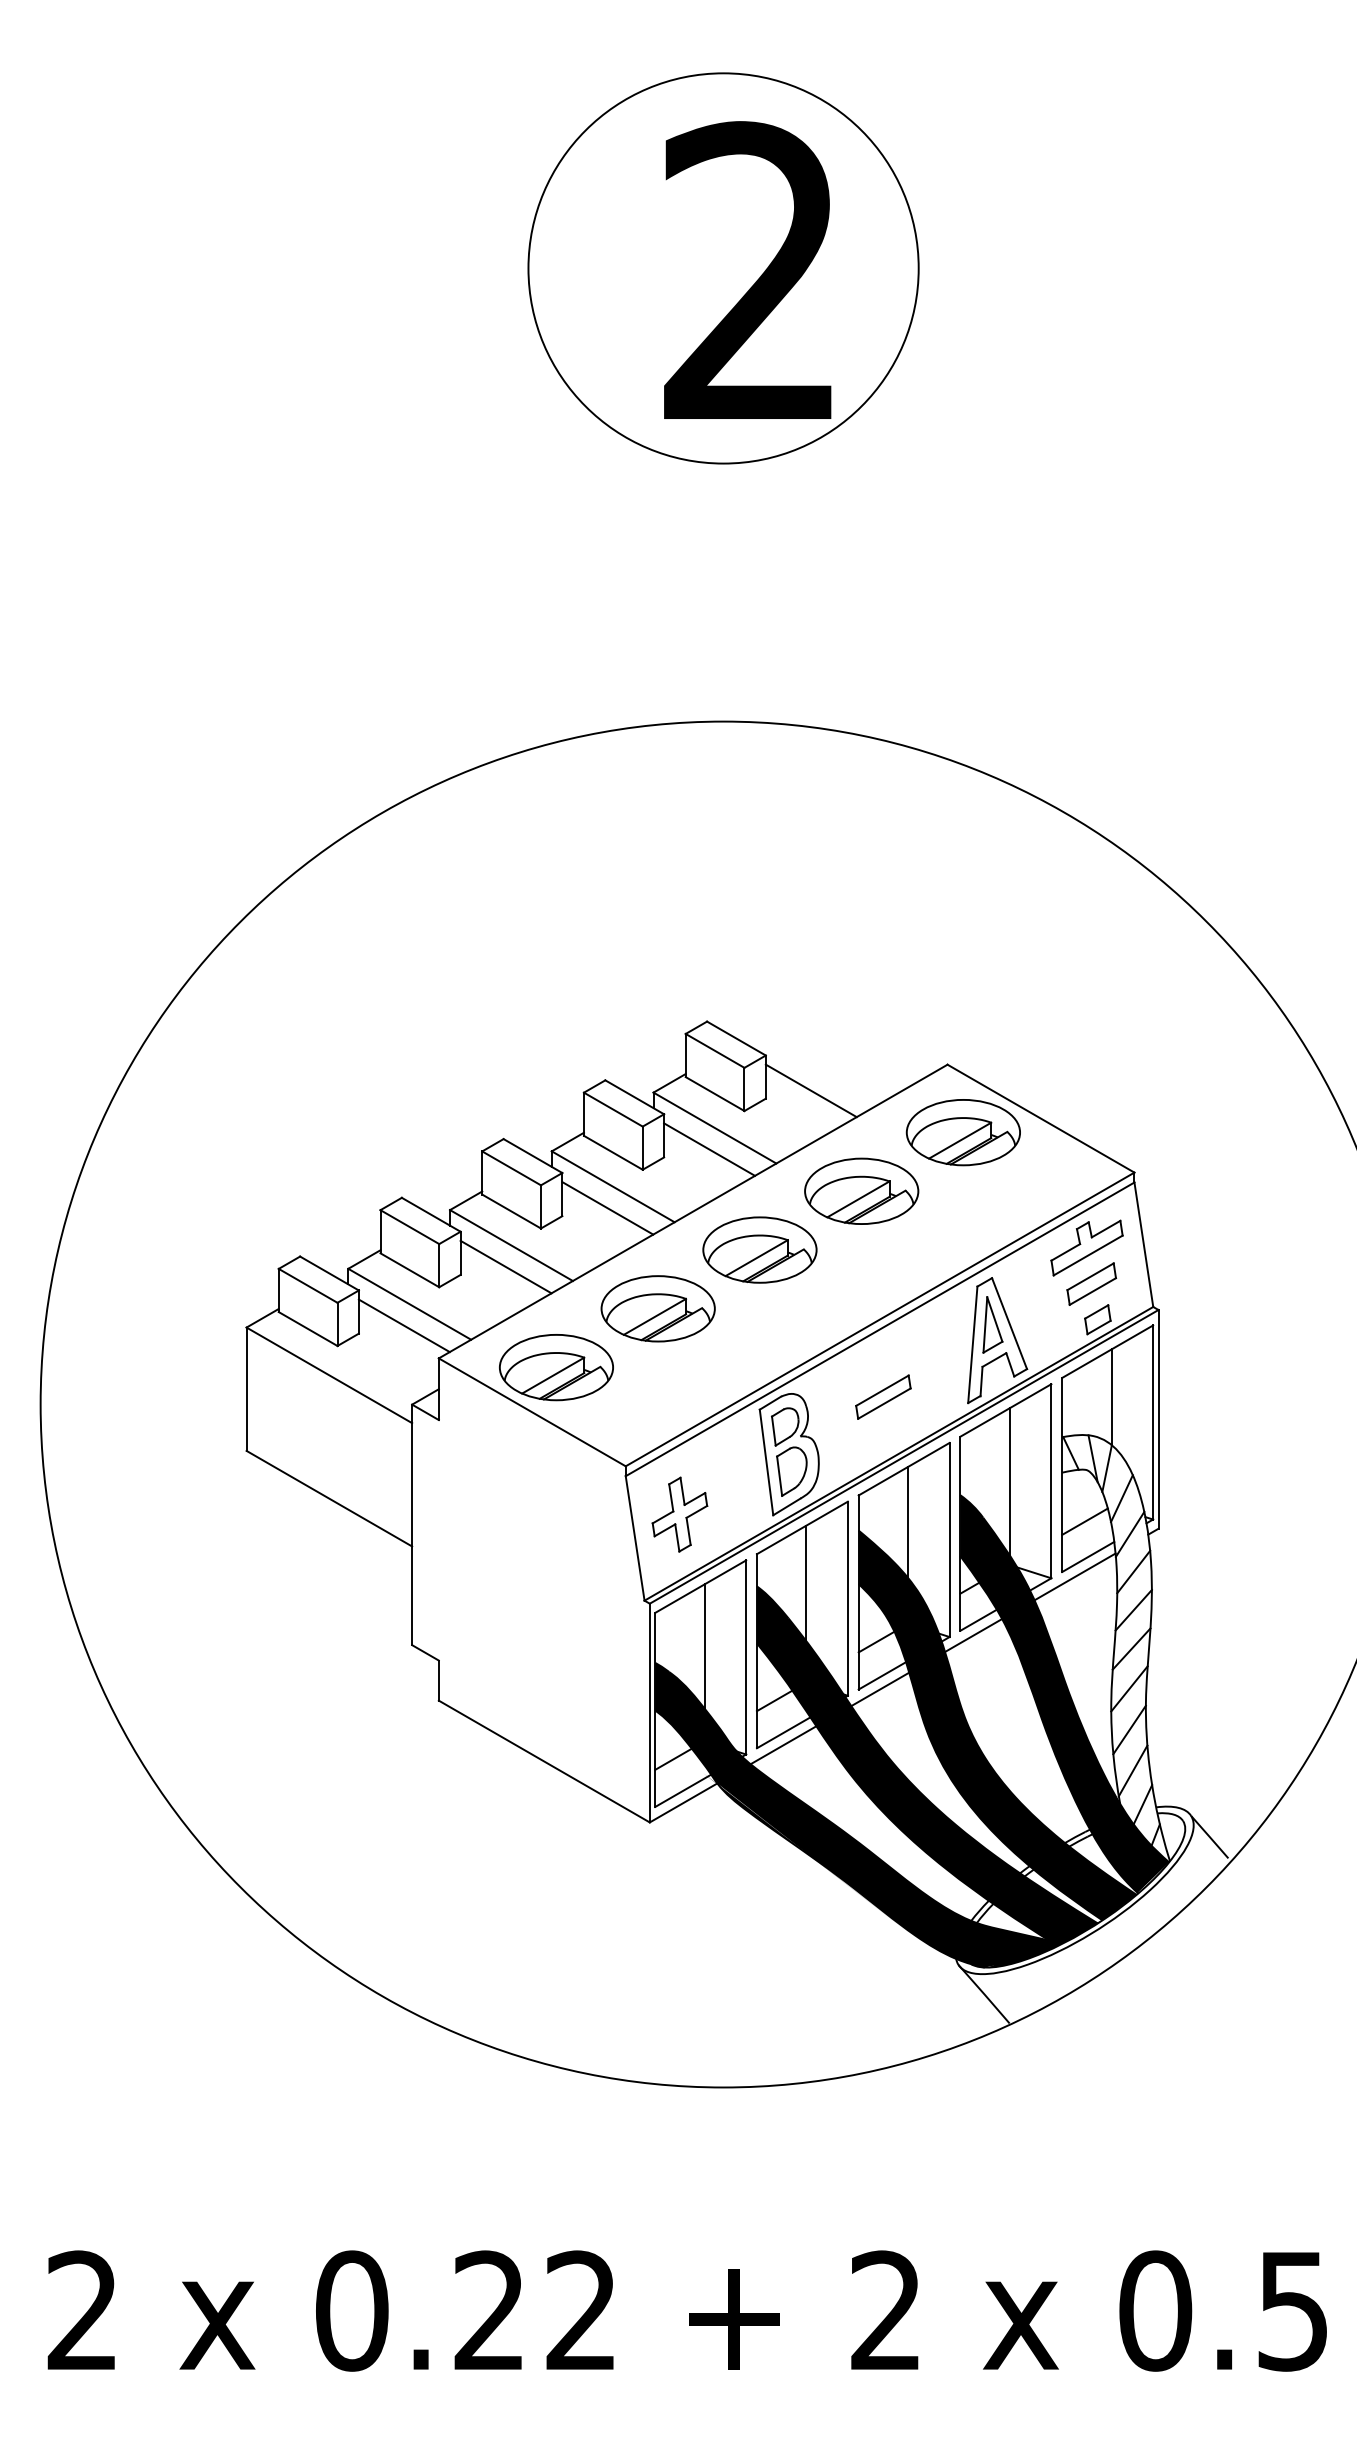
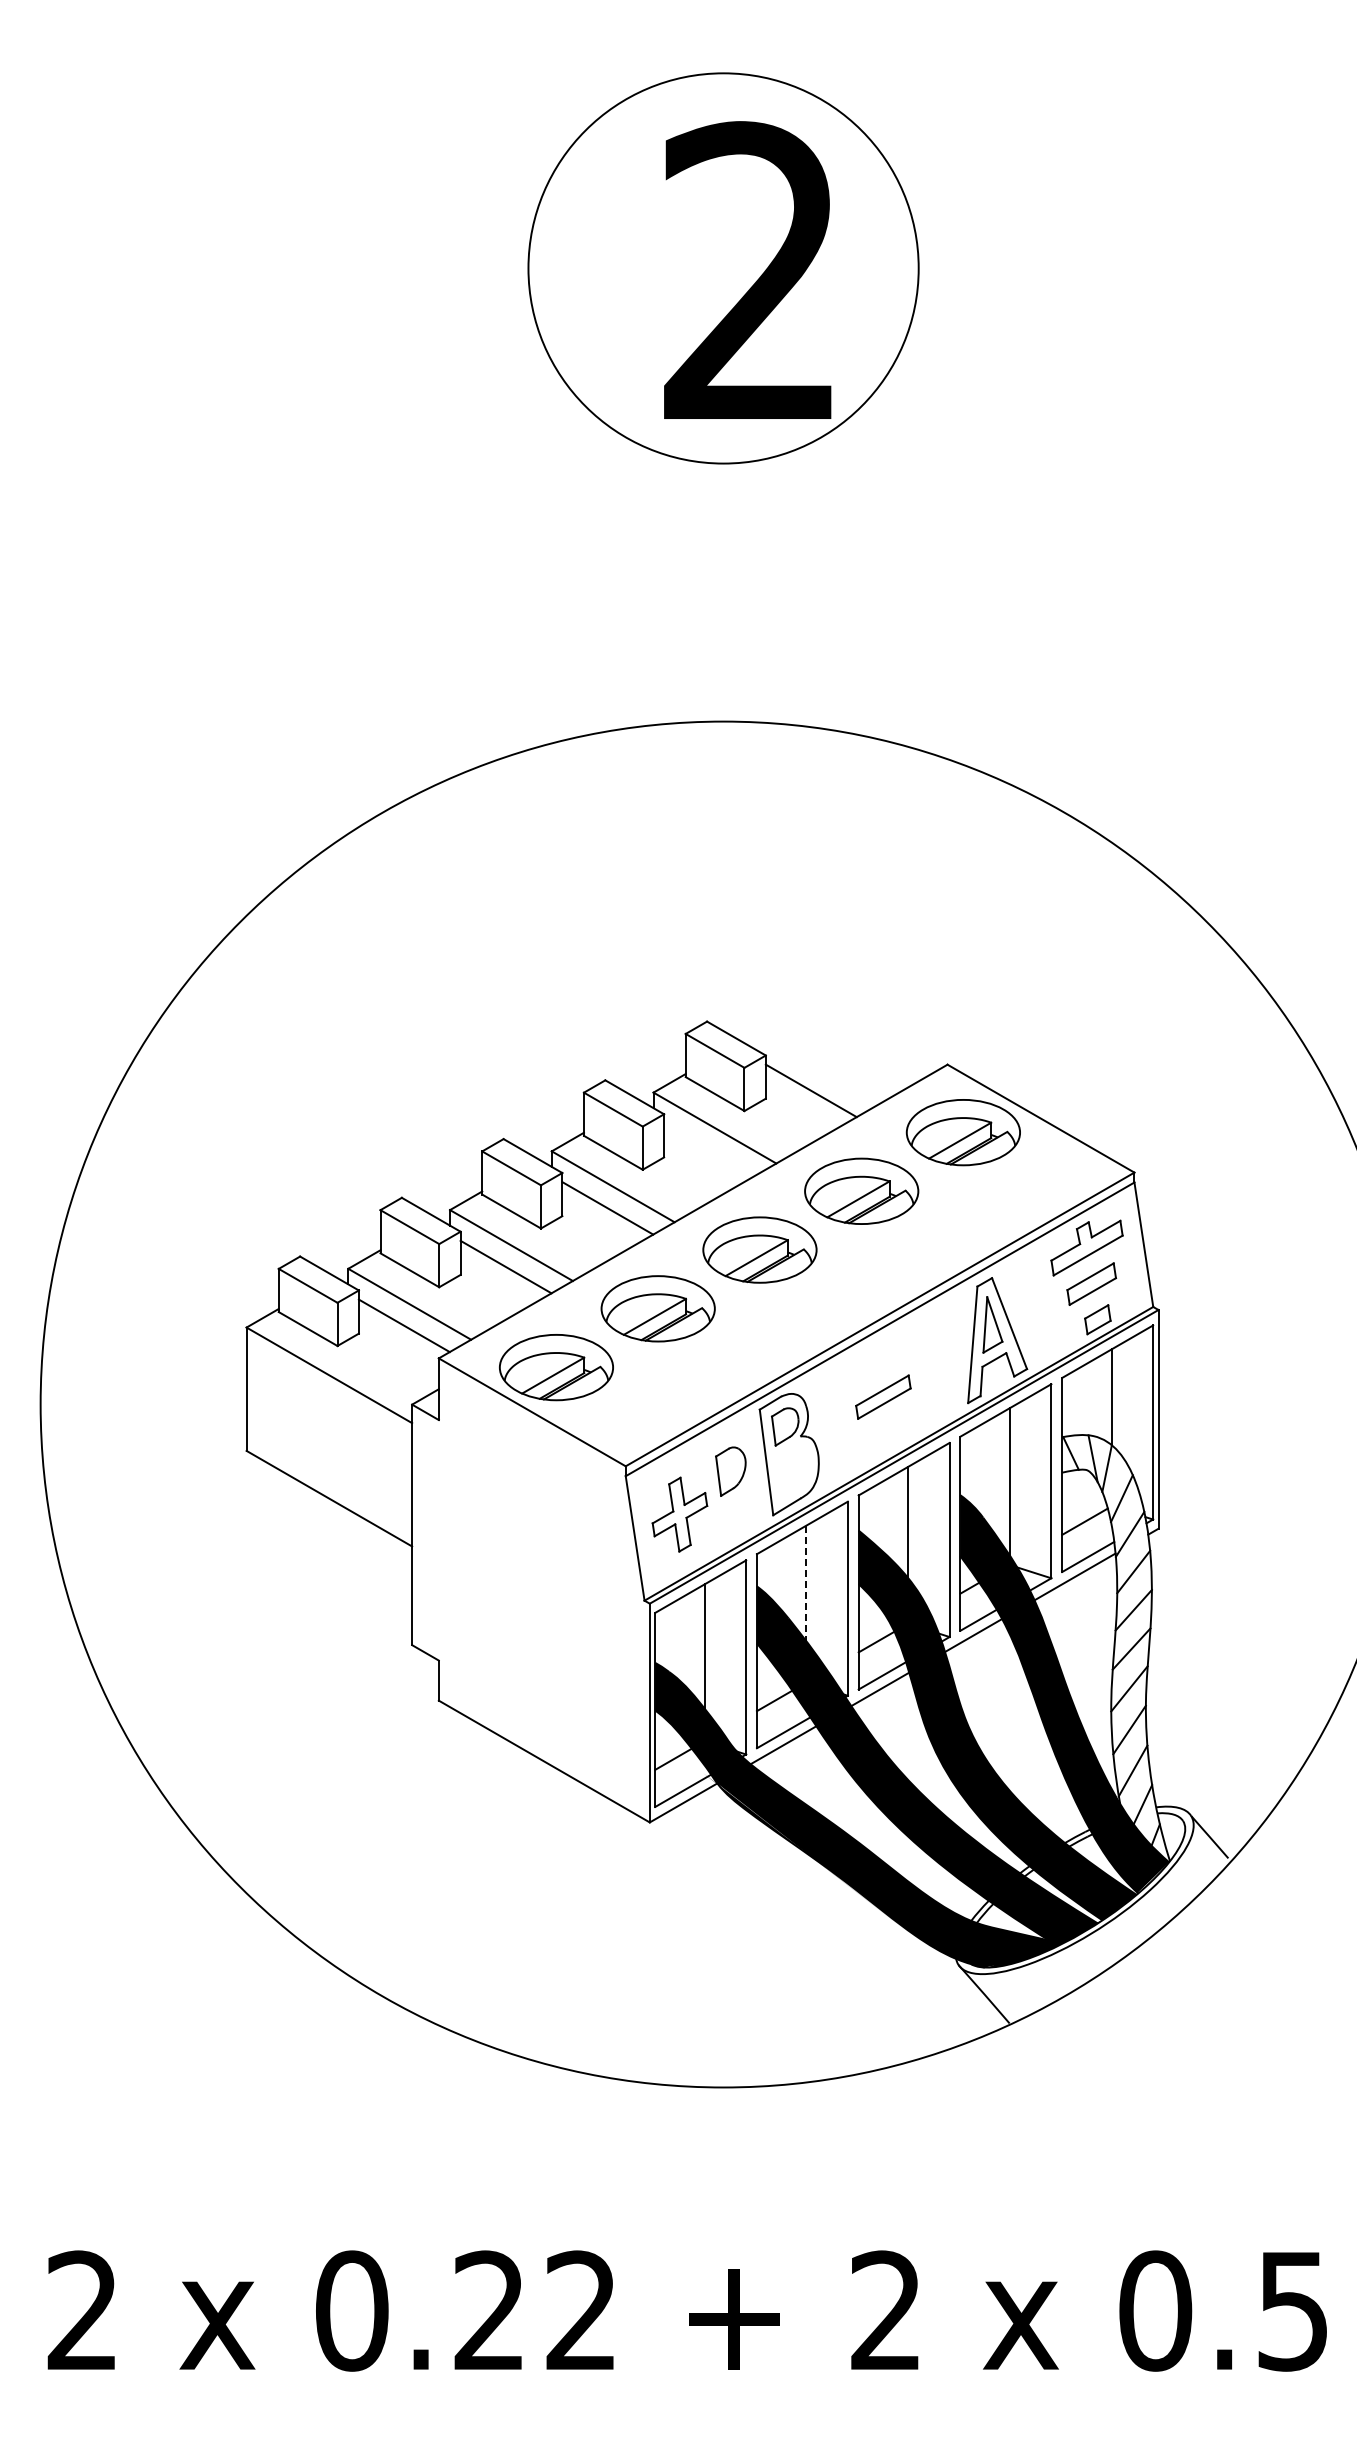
line at (709, 1149): present -> none
part at (791, 1471) position: (791, 1471) -> (730, 1471)
line at (806, 1583): solid -> dashed
